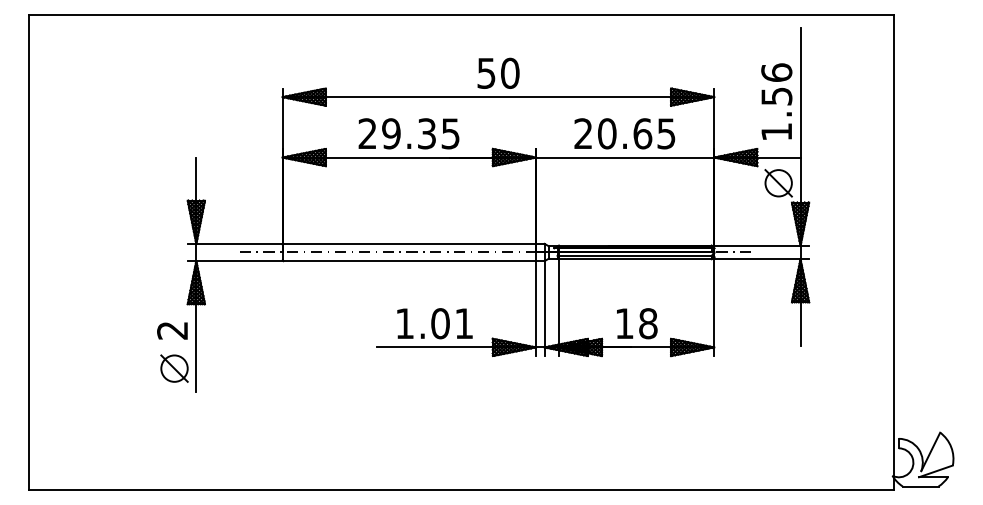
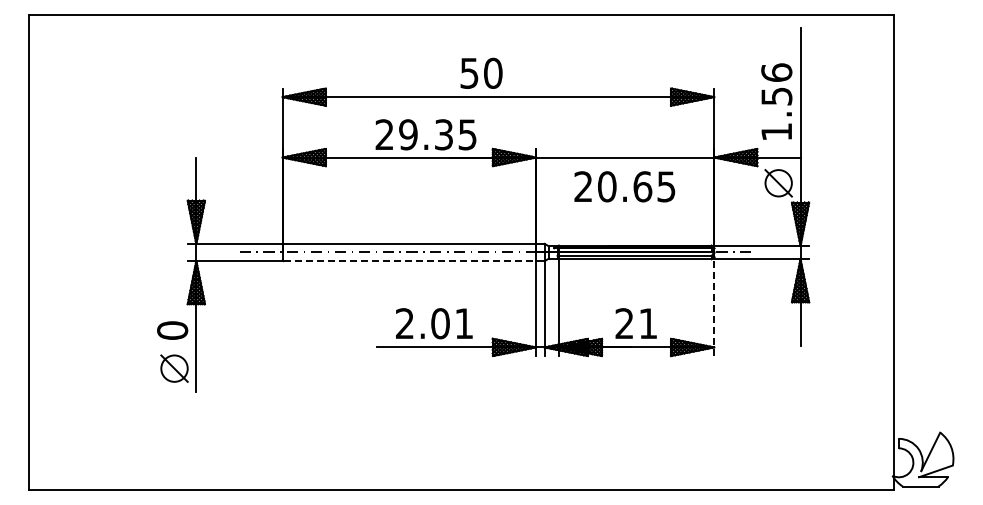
text at (498, 72) position: (498, 72) -> (481, 72)
text at (408, 133) position: (408, 133) -> (425, 134)
text at (624, 133) position: (624, 133) -> (624, 186)
line at (410, 261): solid -> dashed
line at (714, 307): solid -> dashed
text at (404, 323): 1.01 -> 2.01
text at (636, 323): 18 -> 21
text at (172, 330): 2 -> 0
